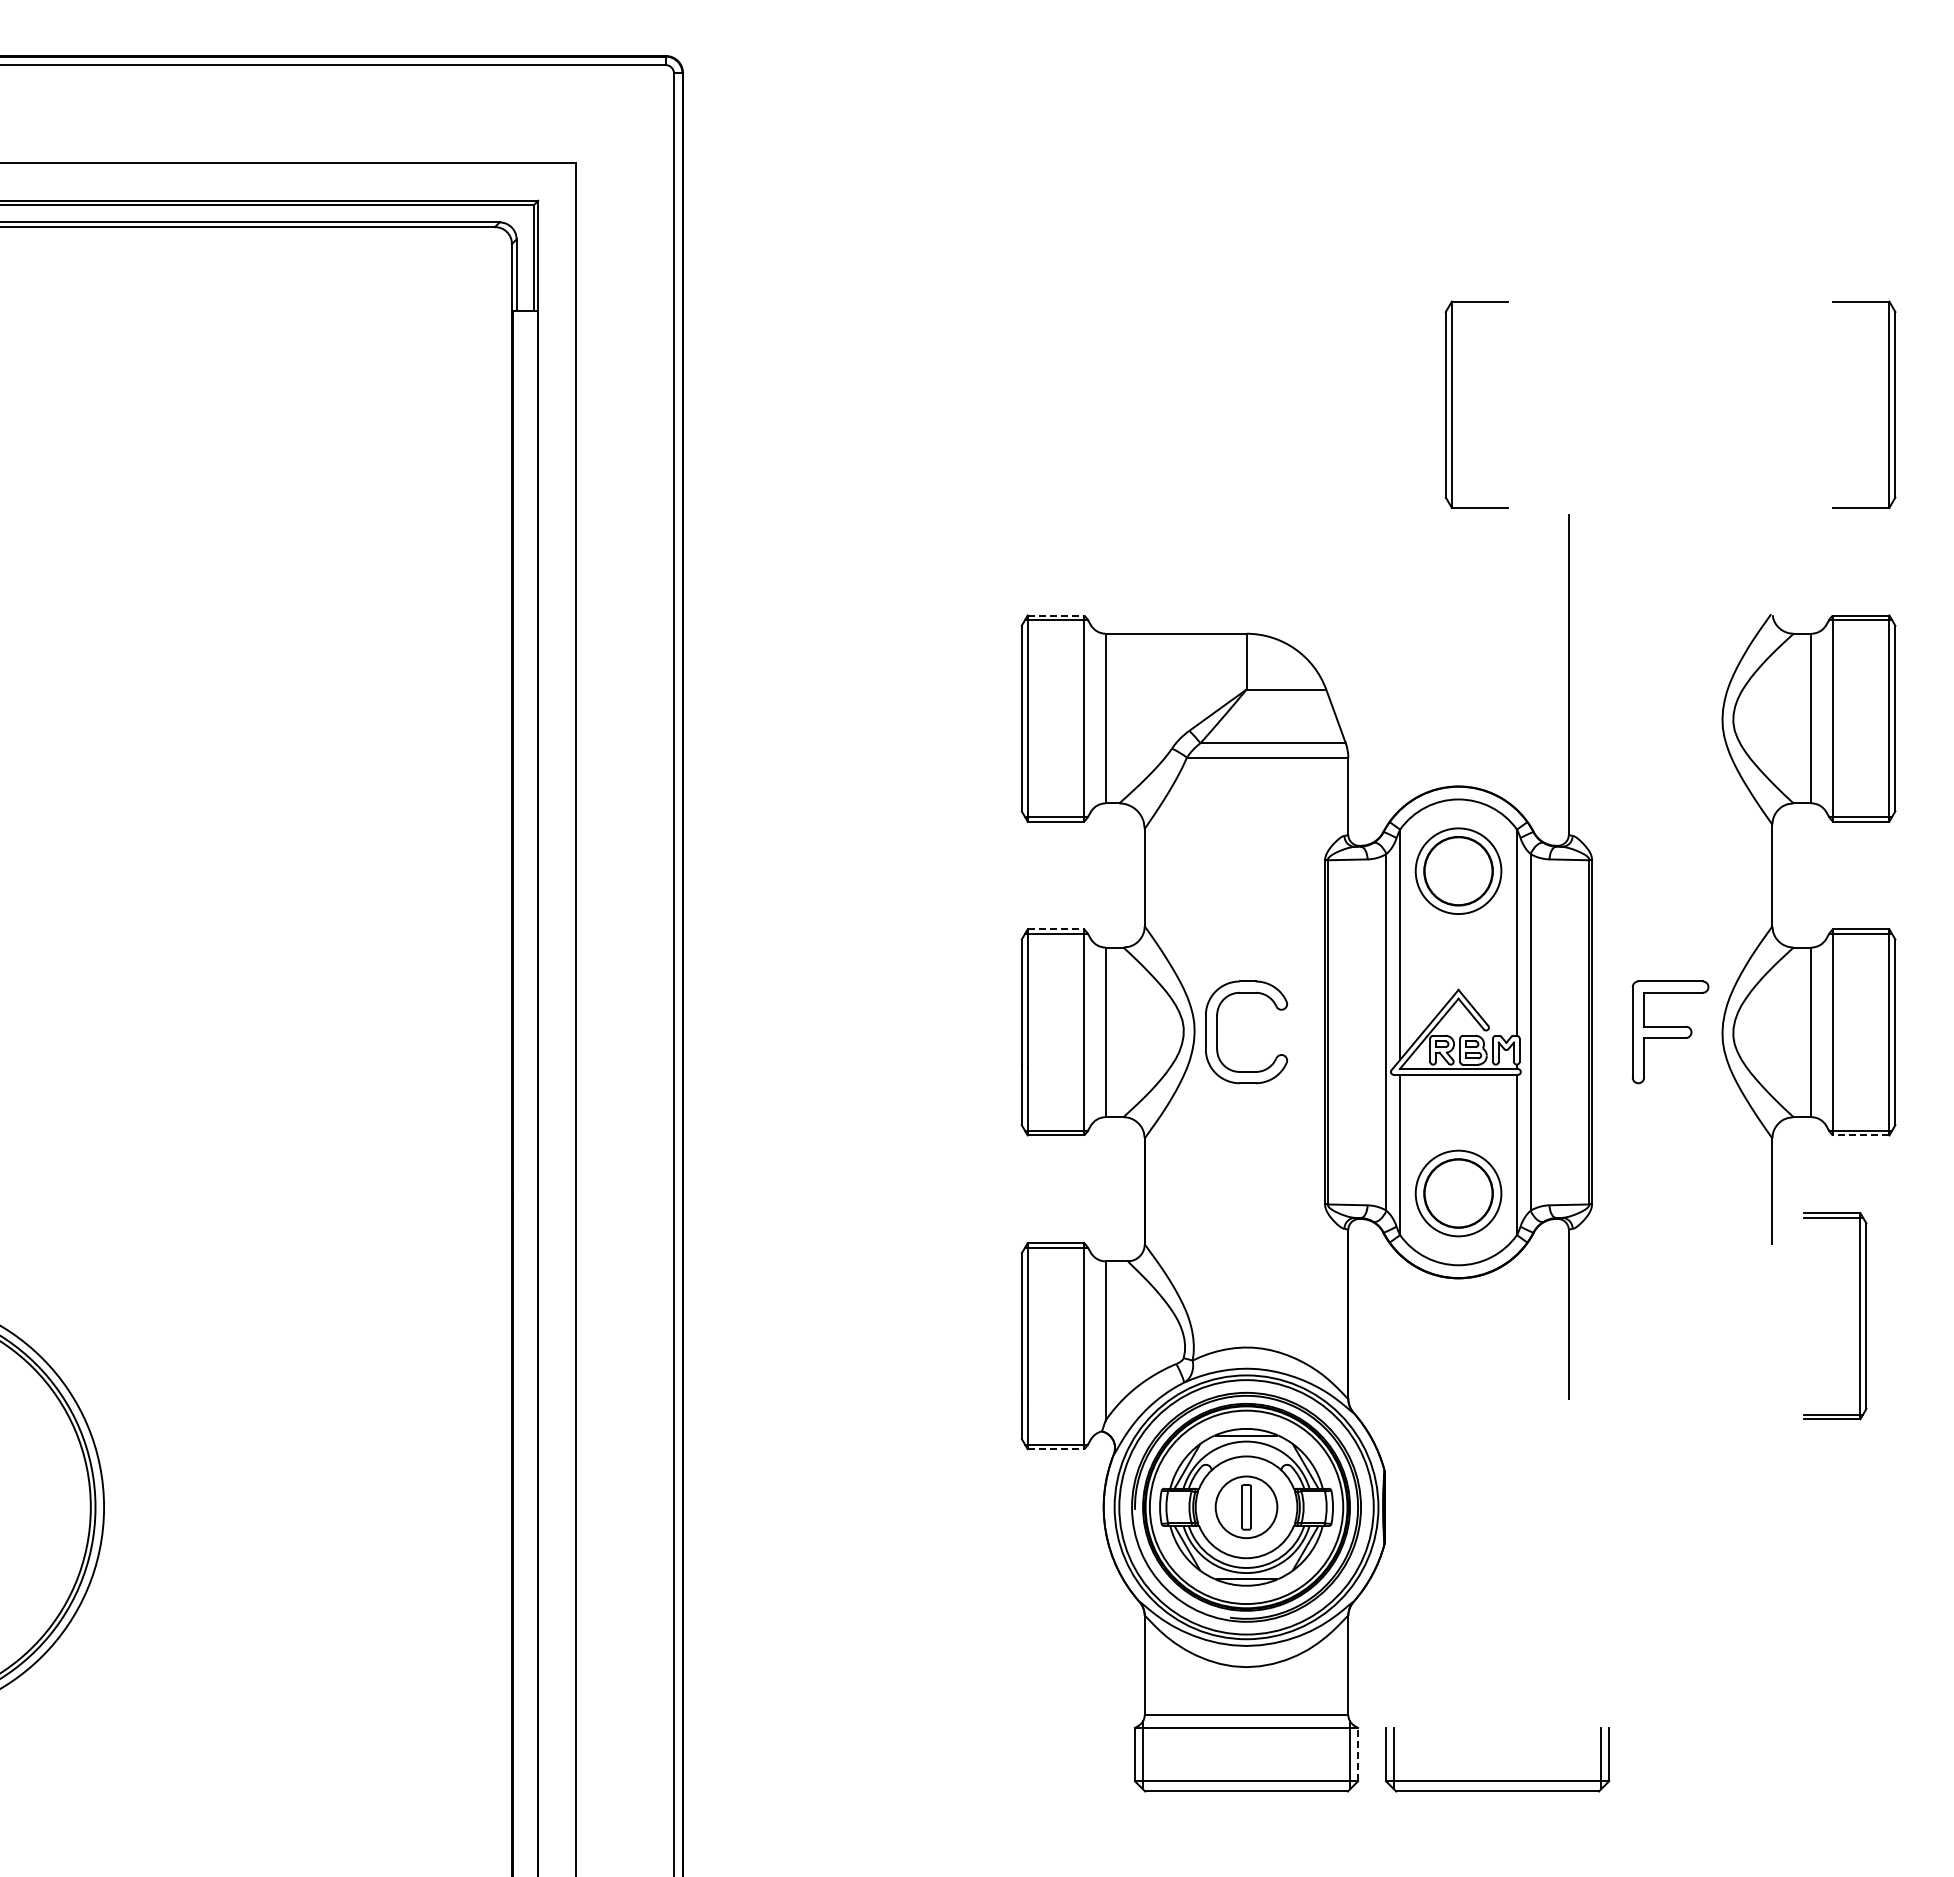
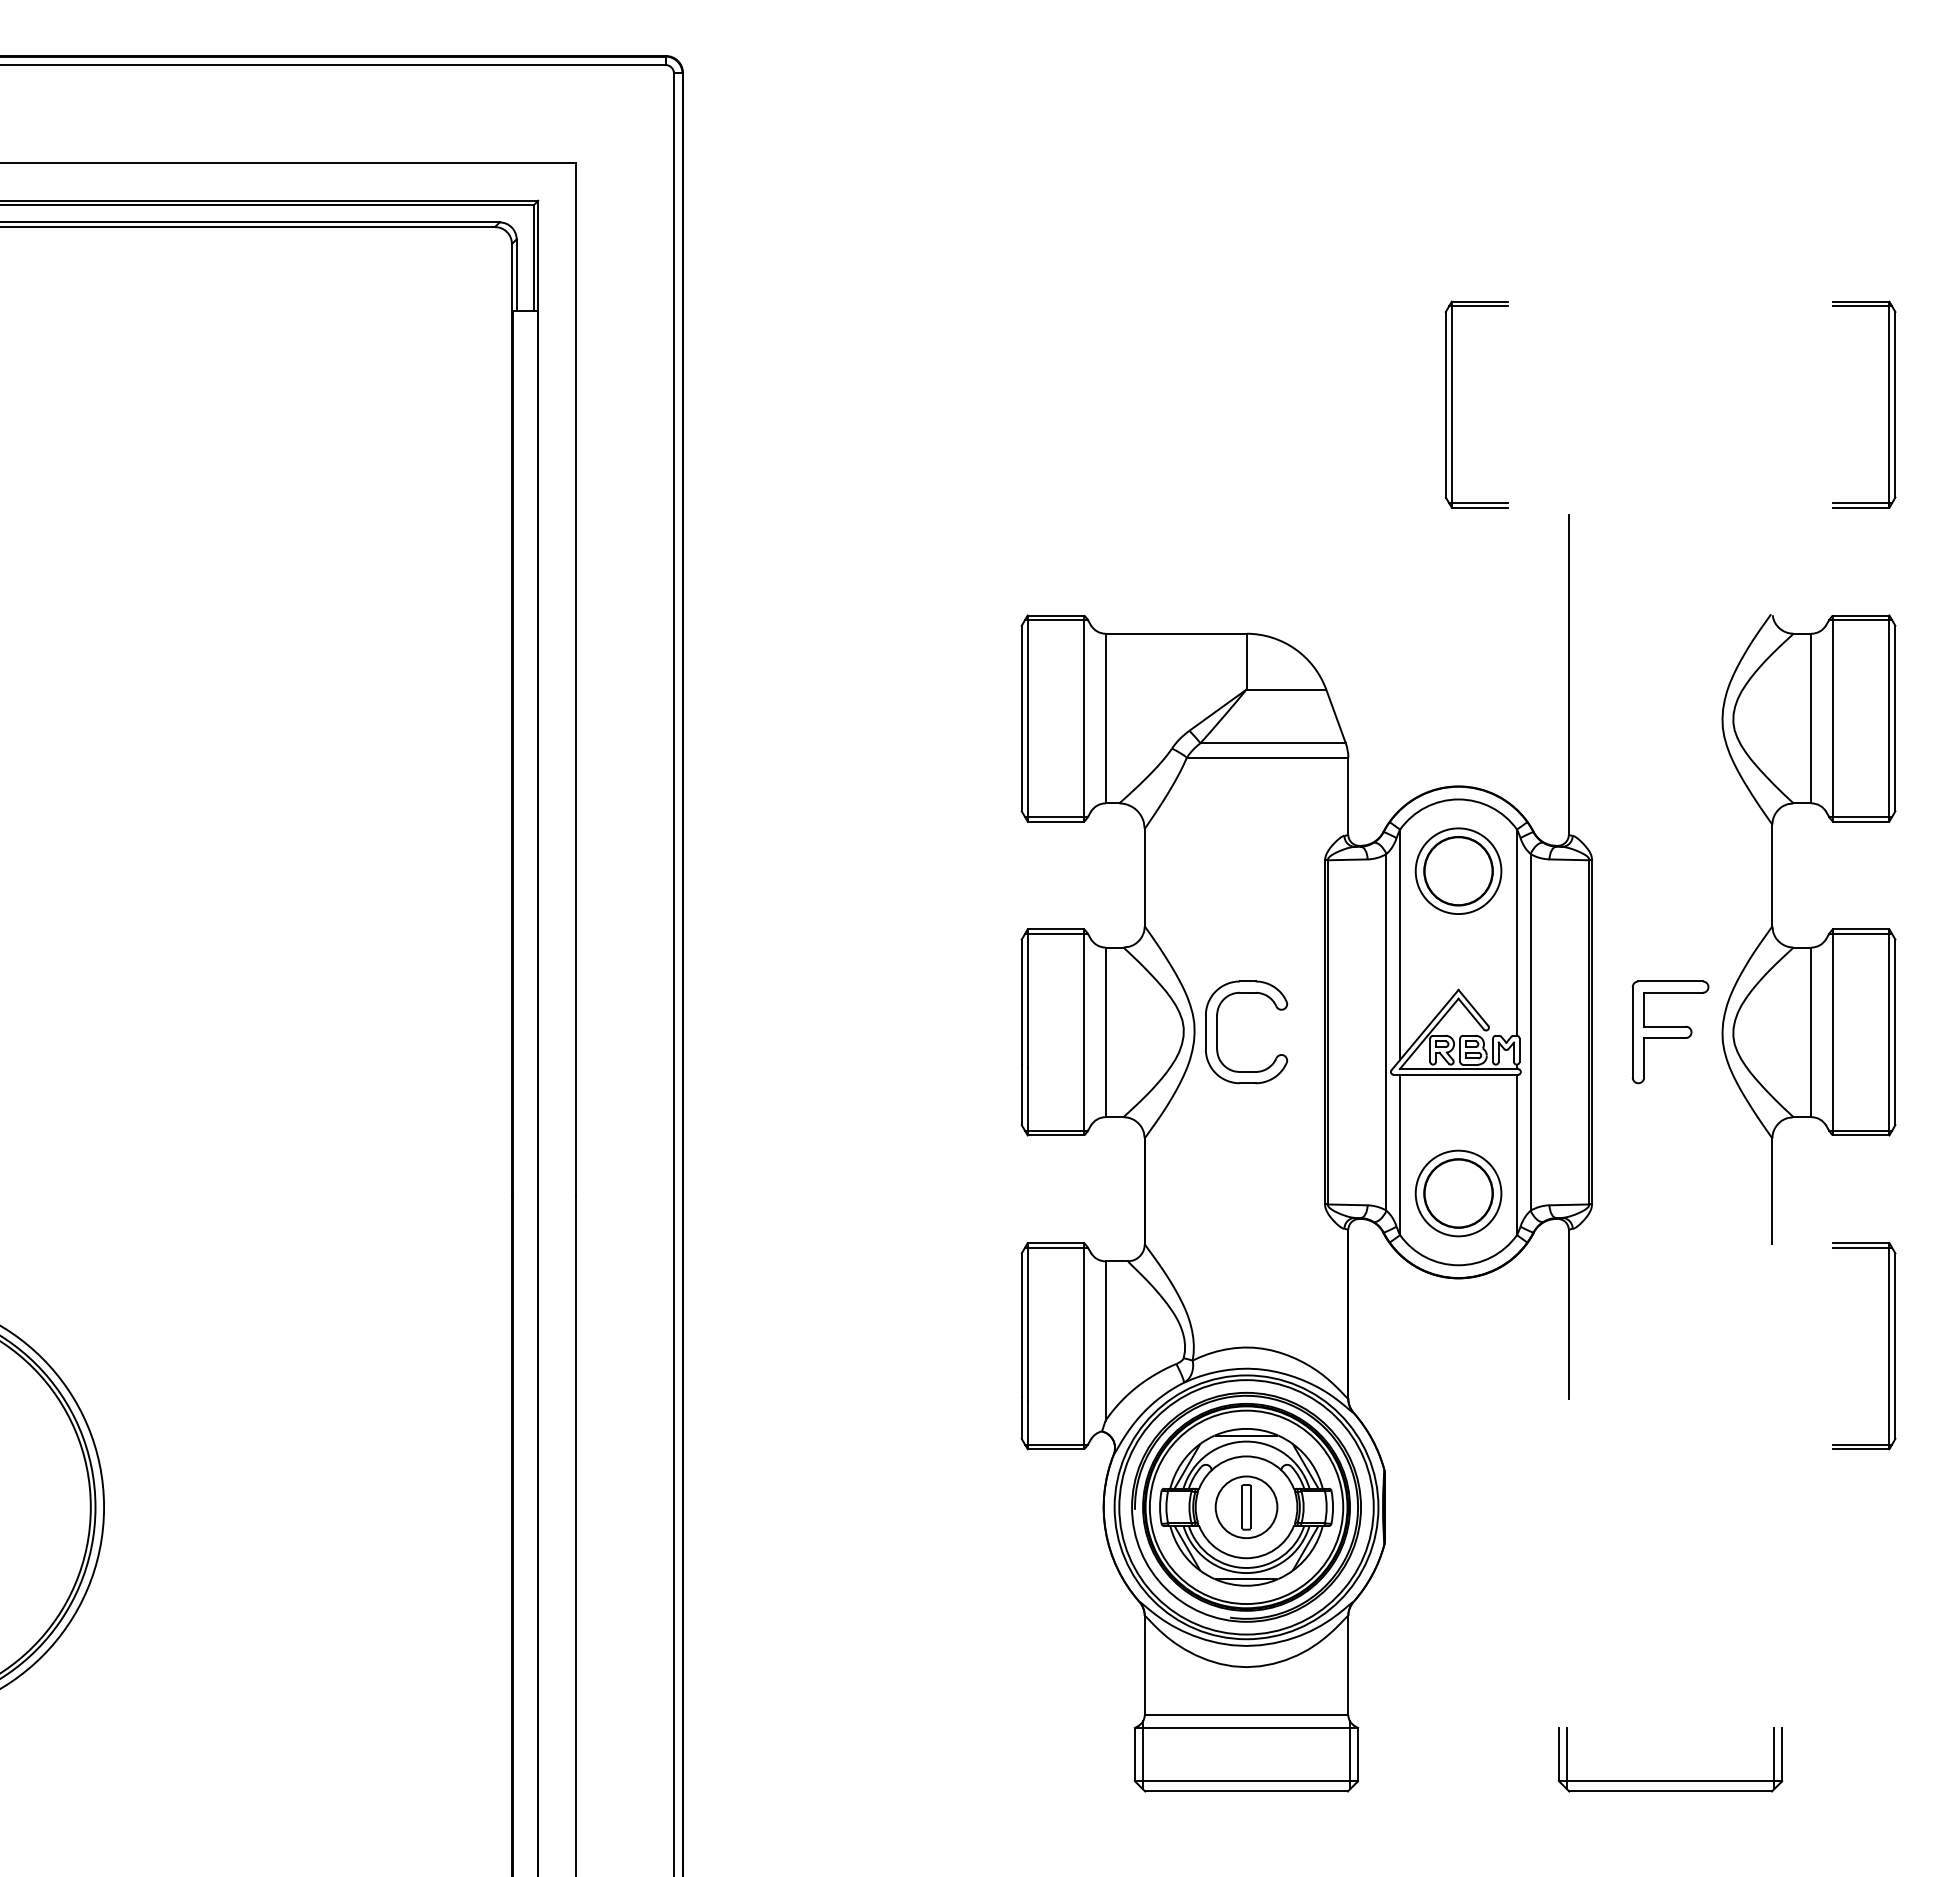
line at (1478, 306): none -> present
line at (1862, 306): none -> present
line at (1478, 503): none -> present
line at (1862, 503): none -> present
line at (1056, 615): dashed -> solid
line at (1056, 929): dashed -> solid
line at (1860, 1135): dashed -> solid
part at (1859, 1316) position: (1859, 1316) -> (1888, 1346)
line at (1056, 1449): dashed -> solid
line at (1358, 1754): dashed -> solid
part at (1497, 1780) position: (1497, 1780) -> (1670, 1780)
